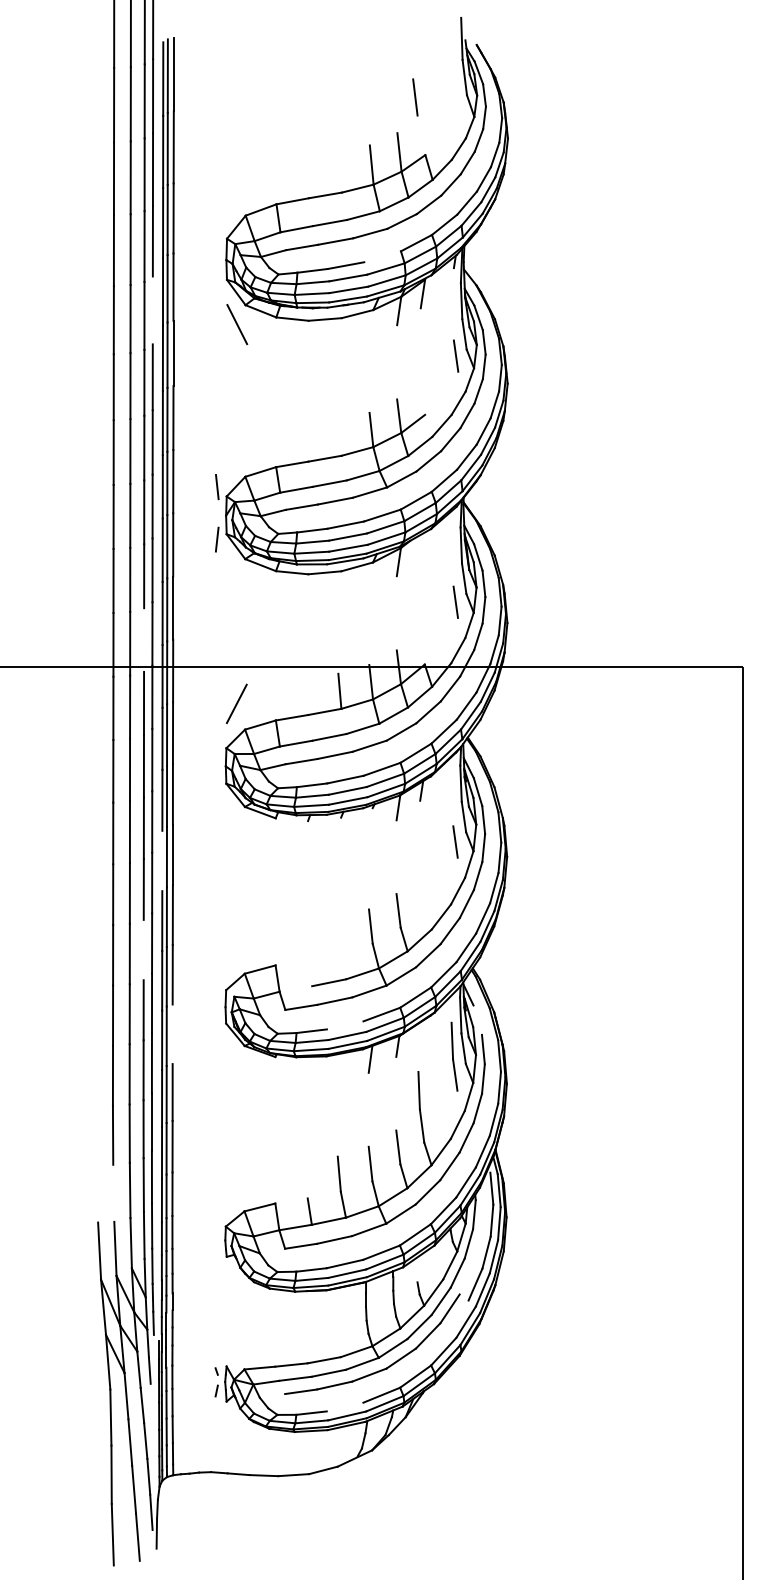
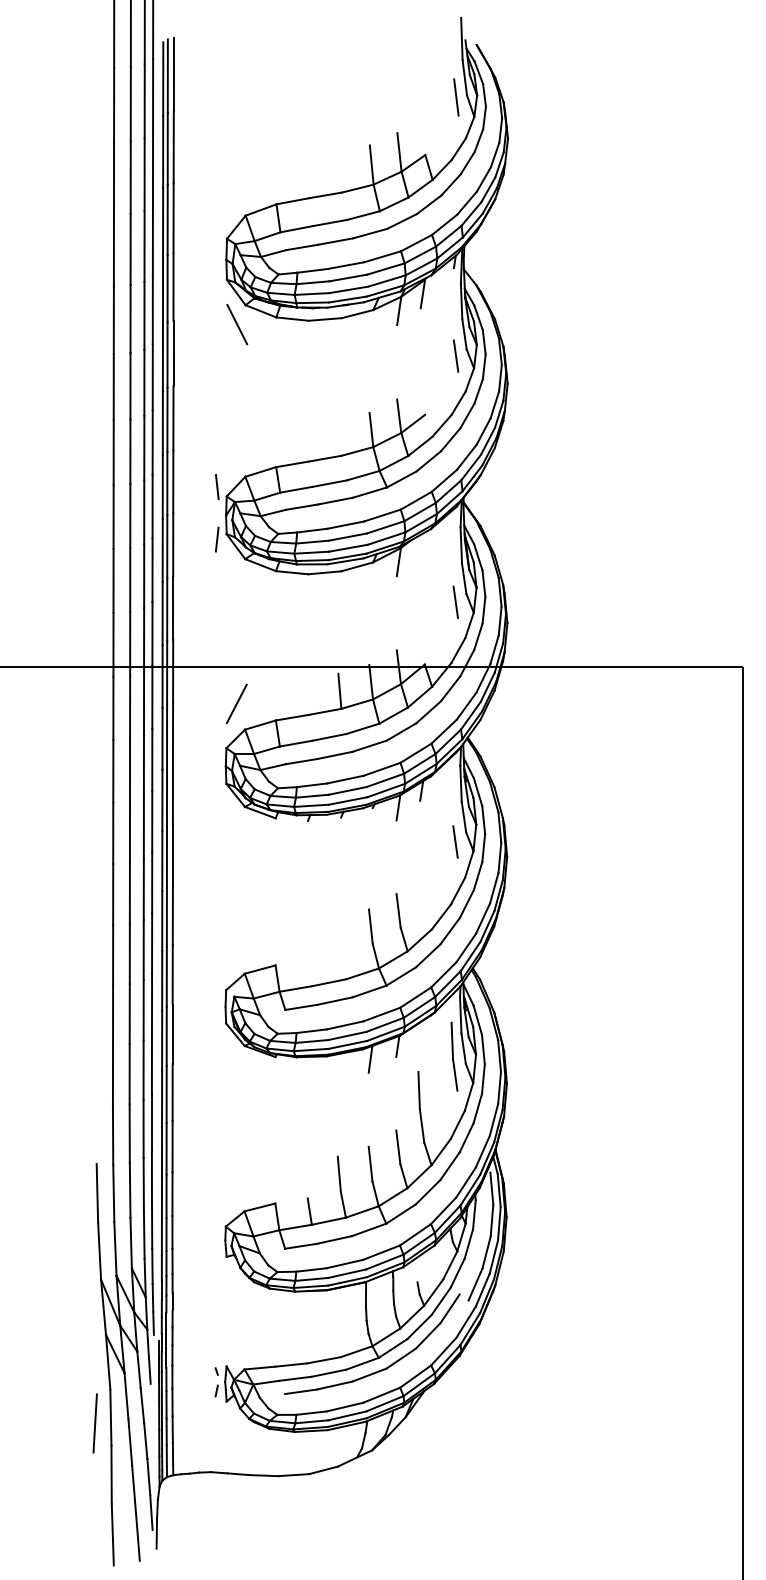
line at (415, 97) position: (415, 97) -> (456, 97)
line at (382, 256): none -> present
line at (152, 310): none -> present
line at (144, 639): none -> present
line at (162, 860): none -> present
line at (143, 949): none -> present
line at (295, 988): none -> present
line at (477, 1019): none -> present
line at (344, 1025): none -> present
line at (172, 1034): none -> present
line at (97, 1192): none -> present
line at (113, 1192): none -> present
line at (344, 1406): none -> present
line at (94, 1423): none -> present
